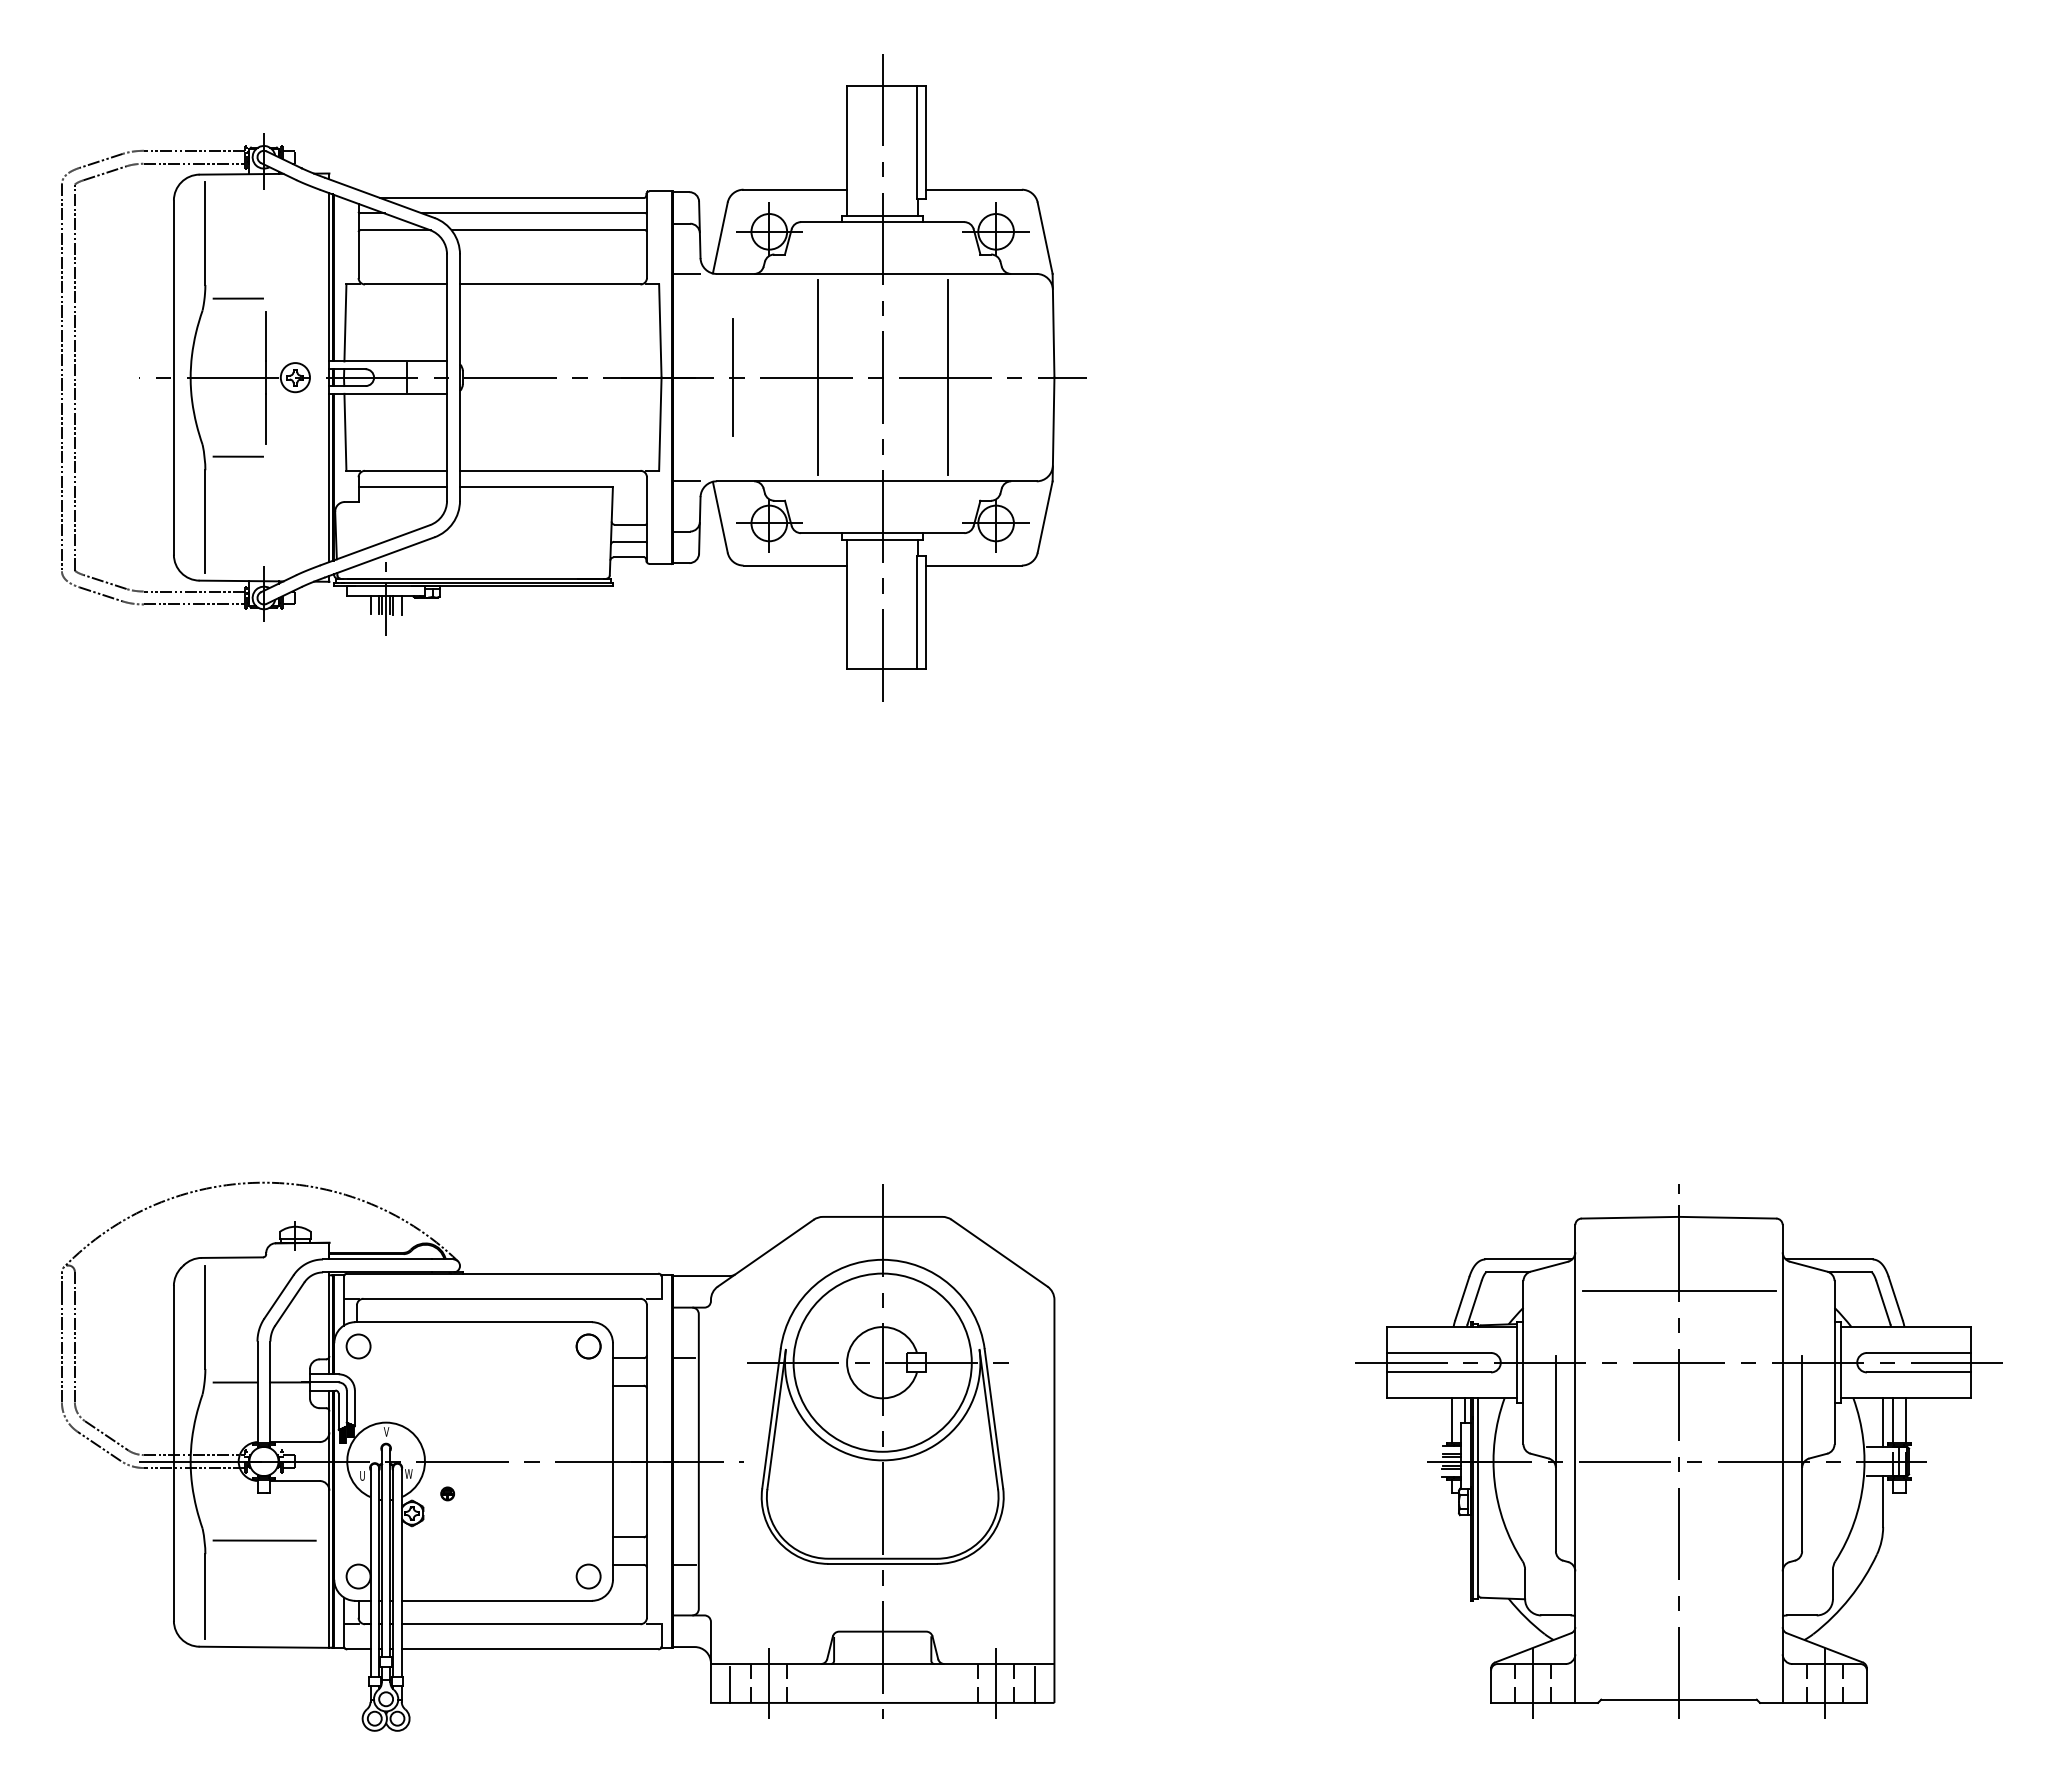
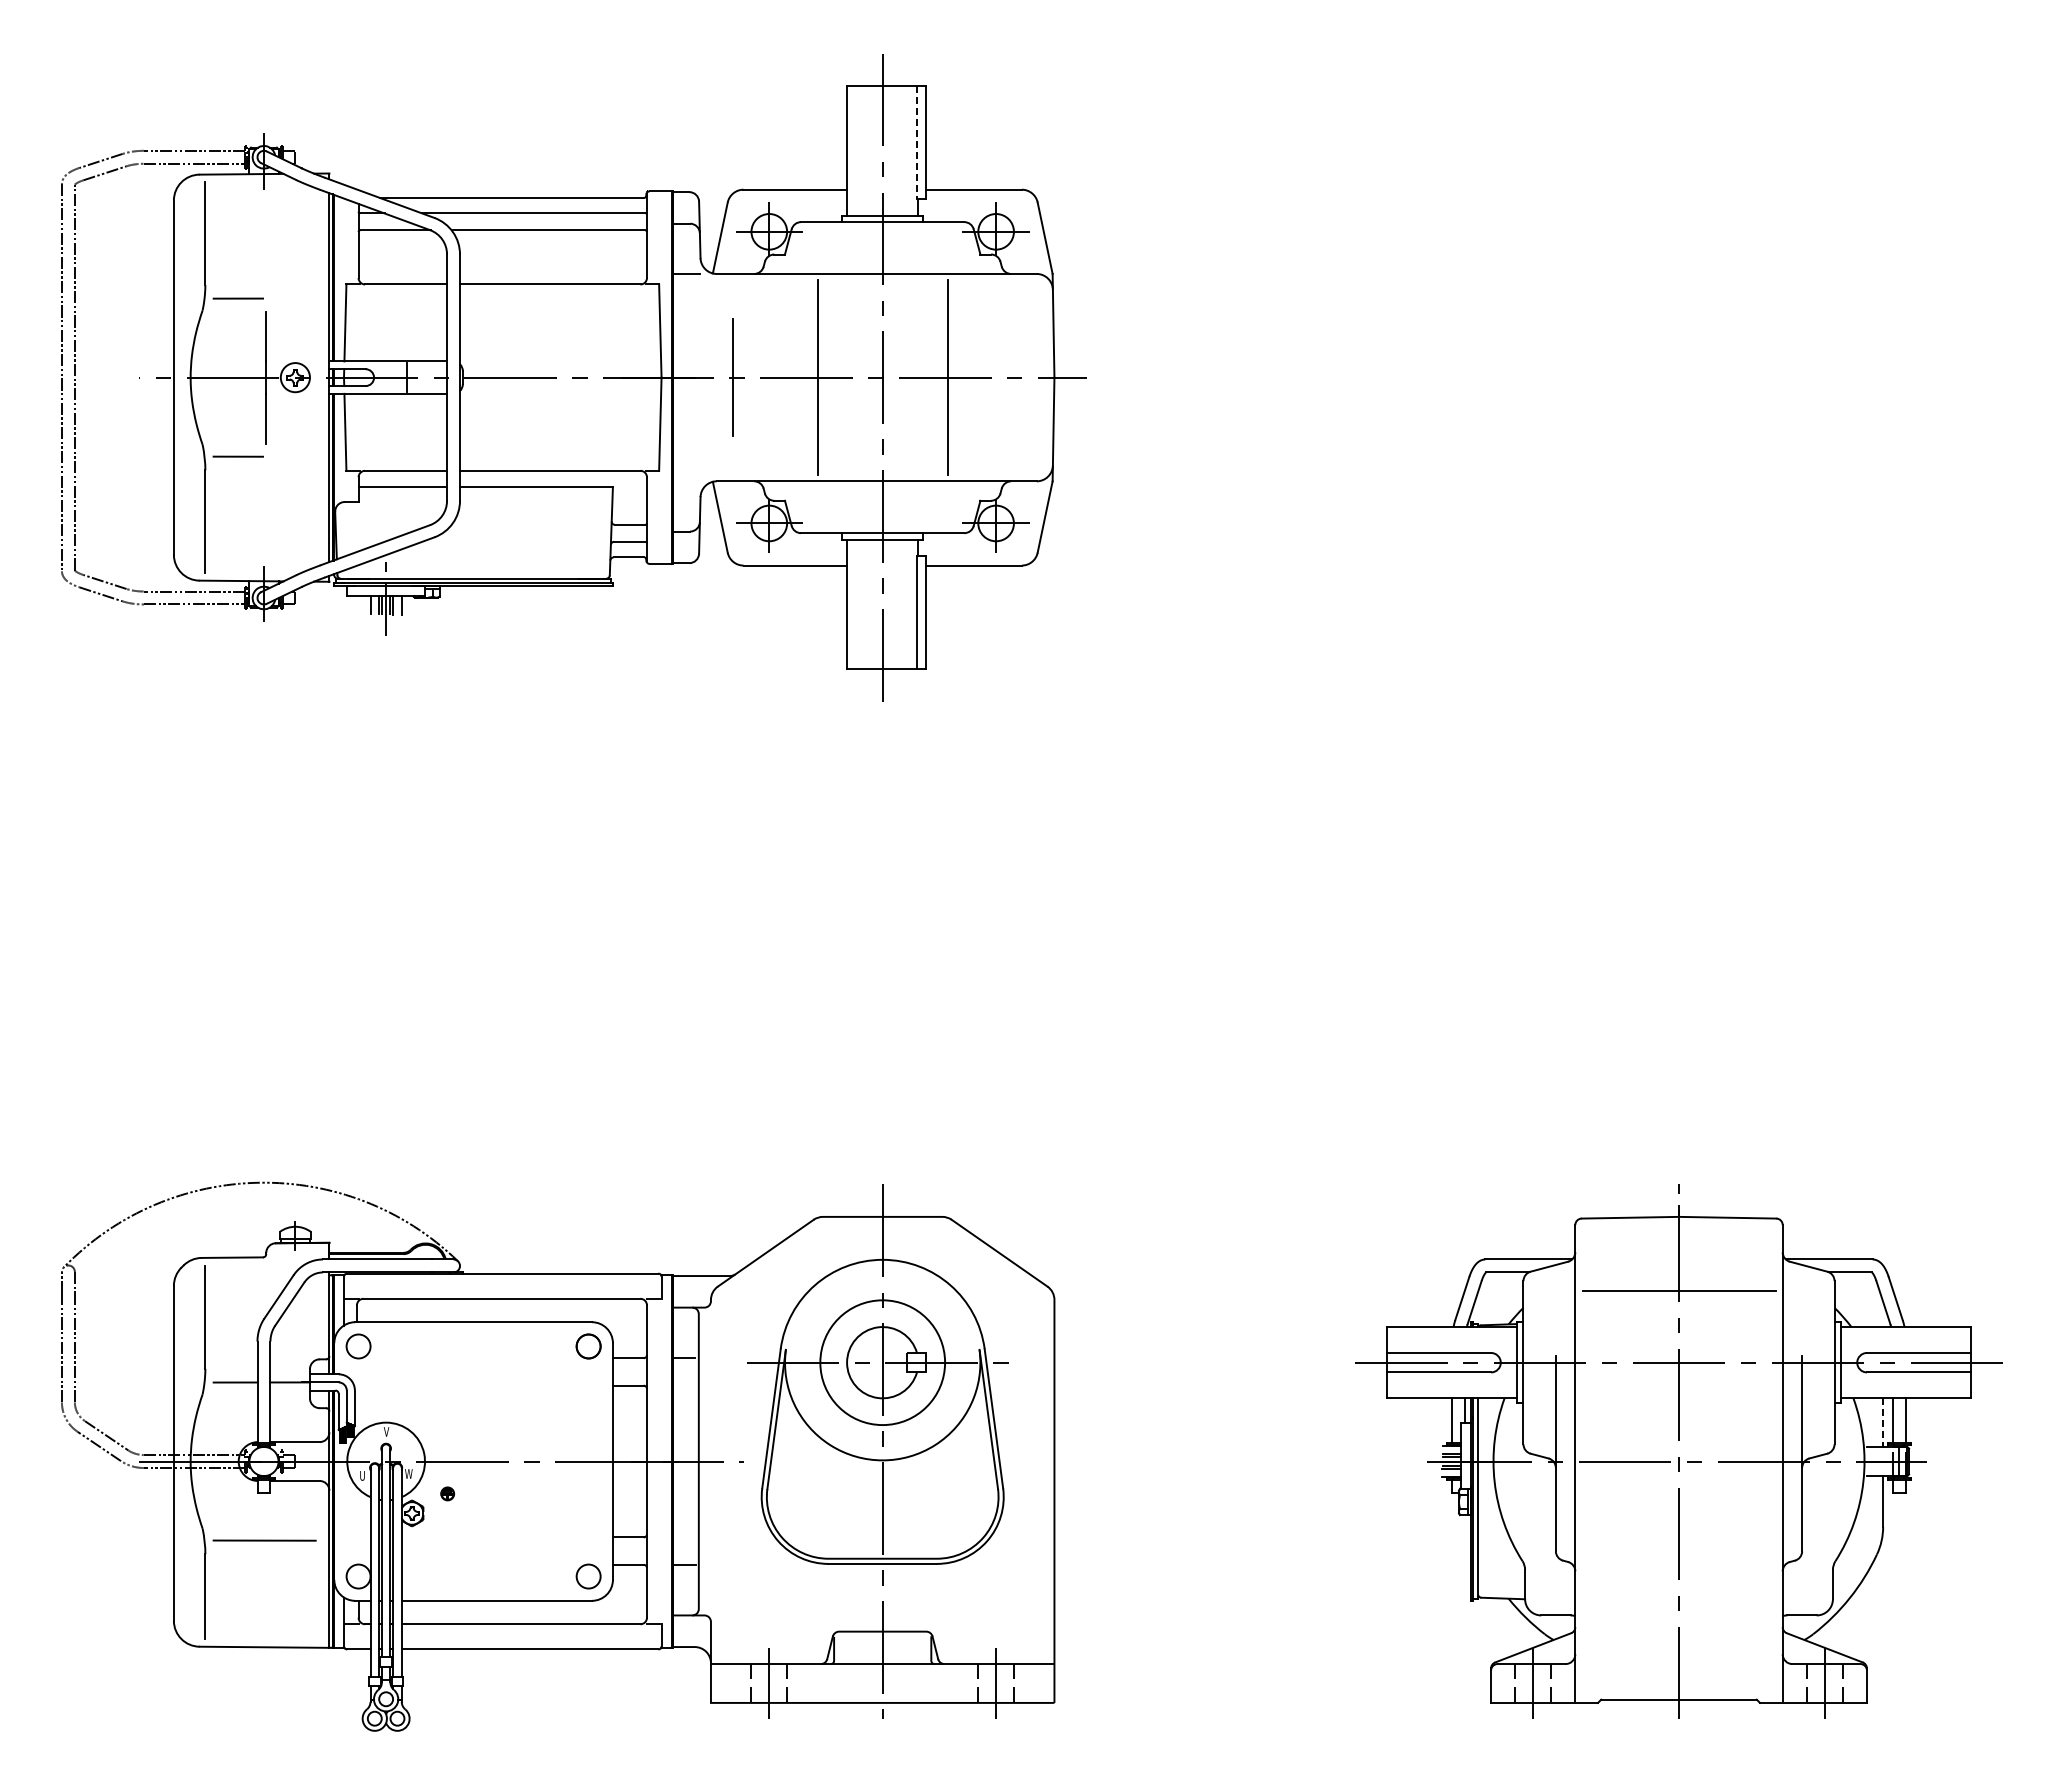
line at (916, 142): solid -> dashed
line at (685, 481): present -> none
circle at (882, 1362) diameter: 178 px -> 125 px
line at (1883, 1423): solid -> dashed
line at (730, 1684): present -> none
line at (1035, 1684): present -> none
